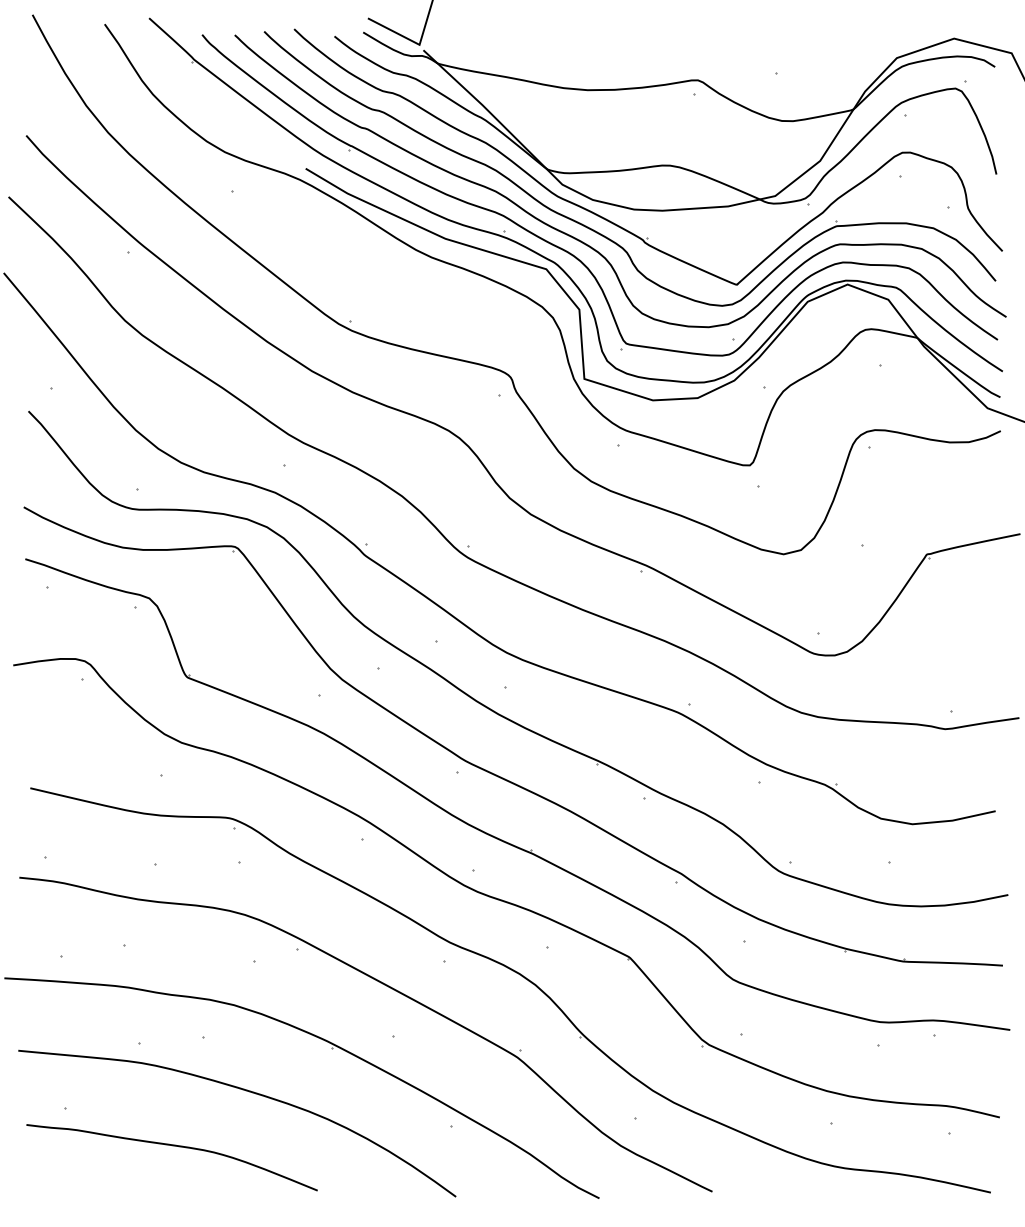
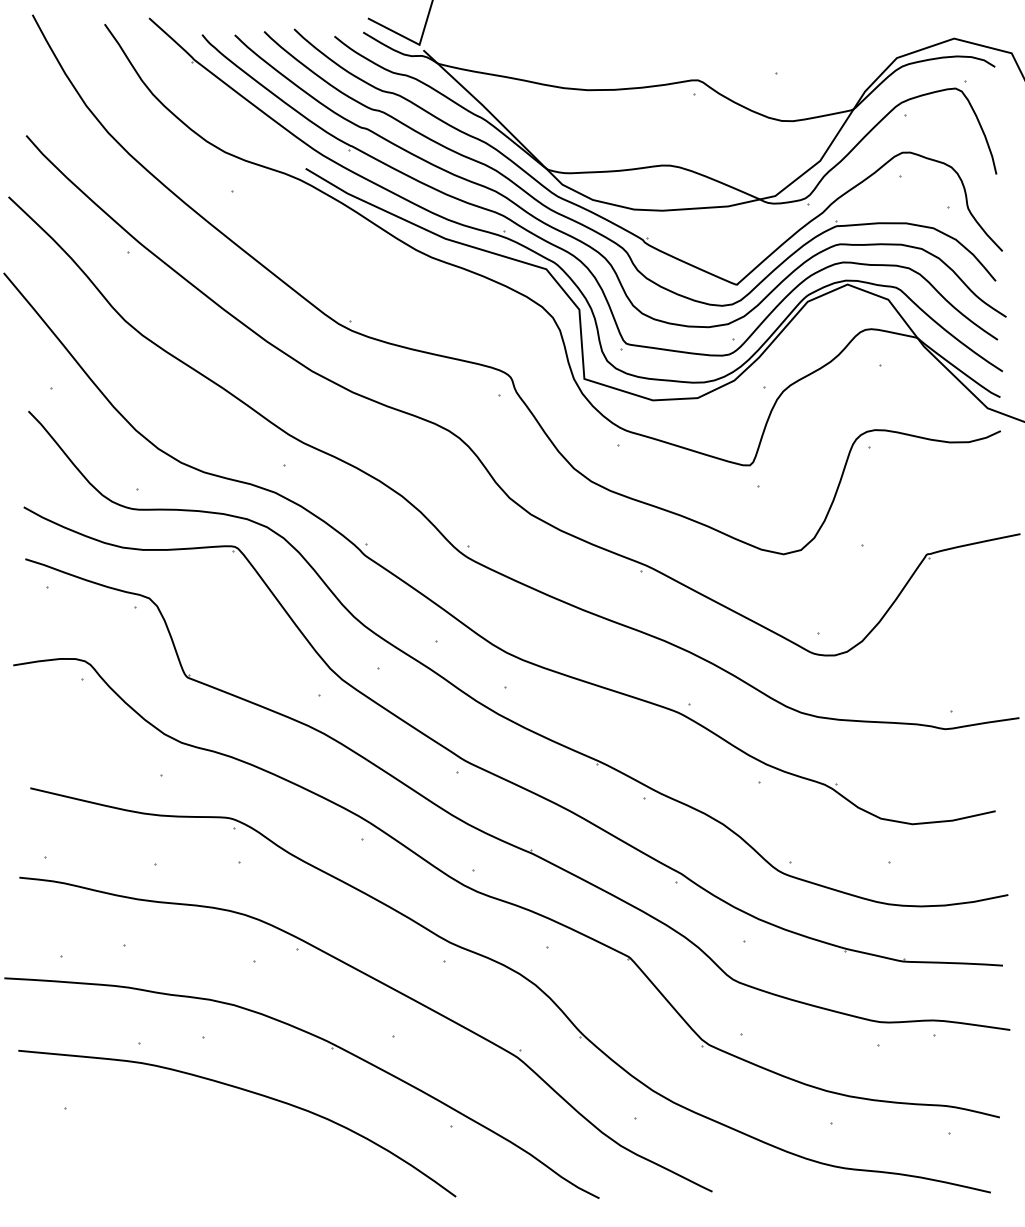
curve at (172, 1146): present -> none
